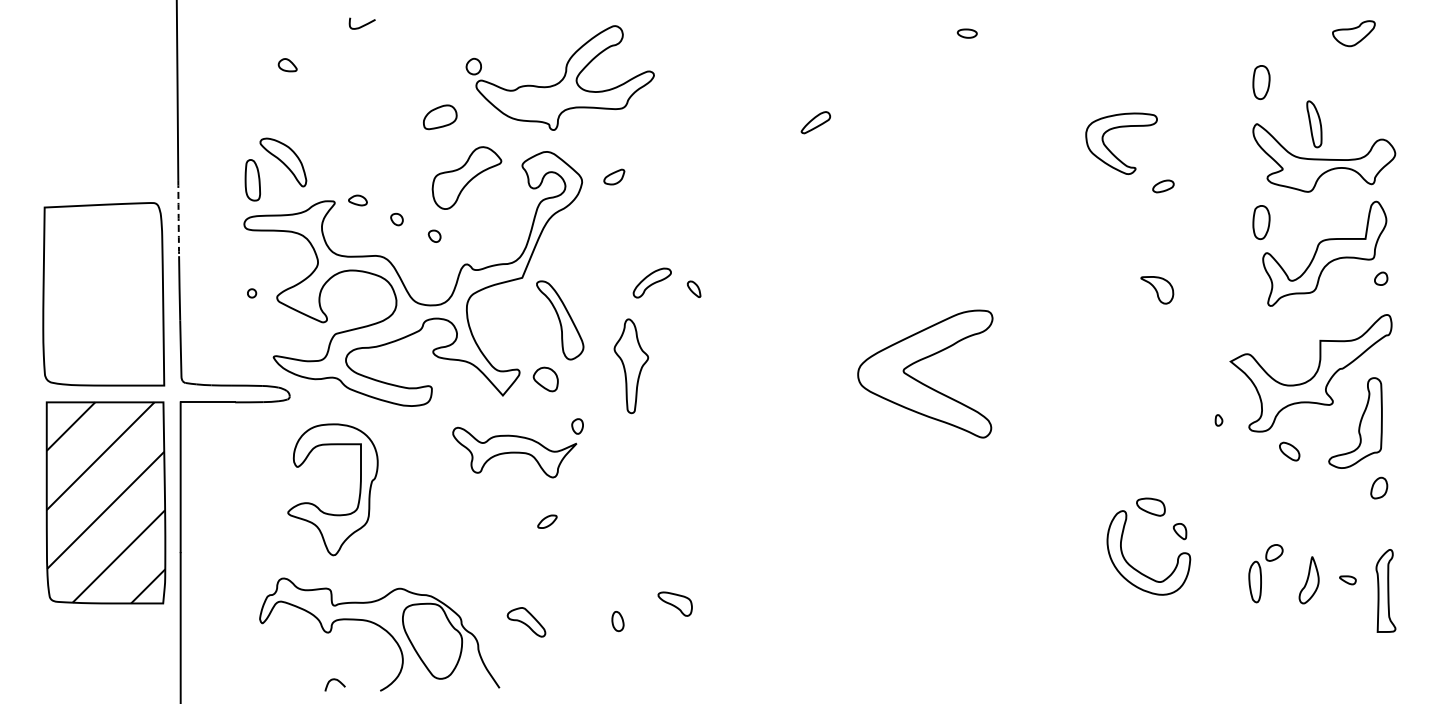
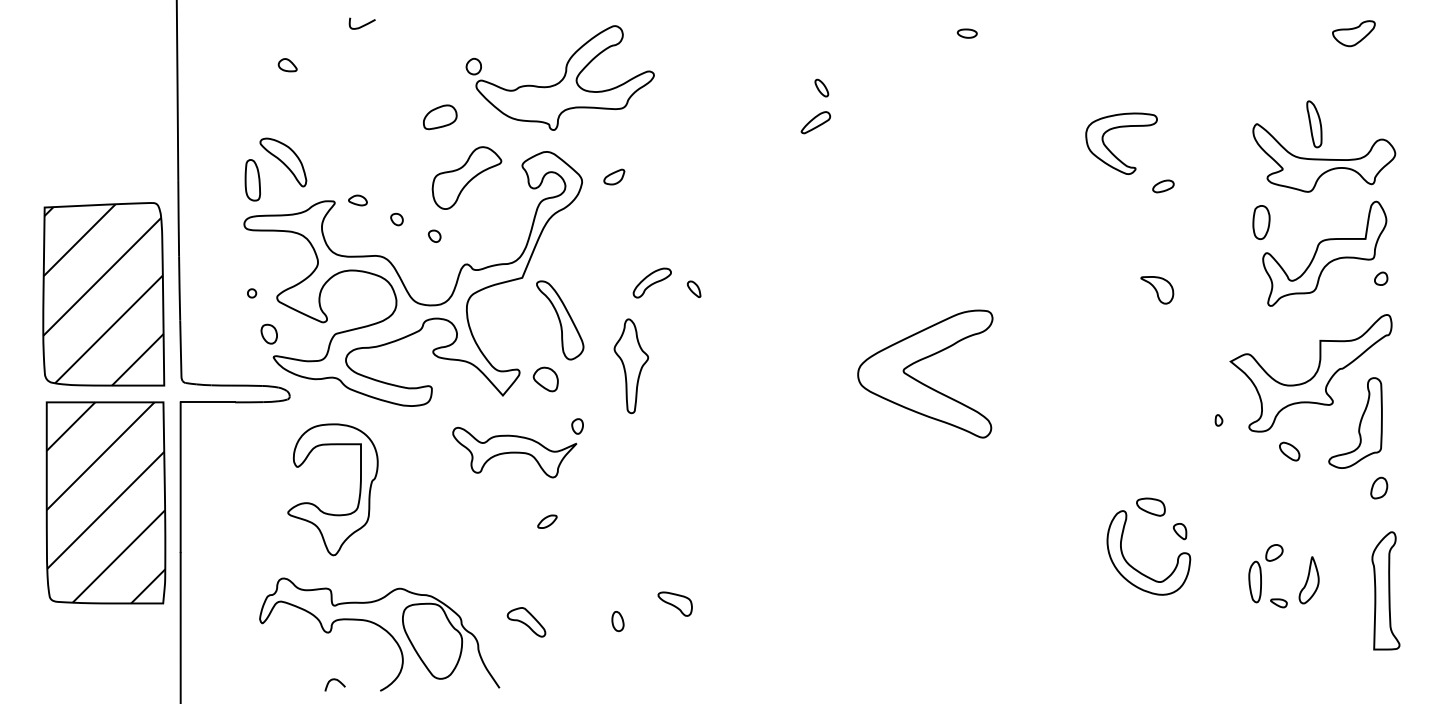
part at (1261, 82): present -> none
part at (821, 87): none -> present
arc at (178, 218): dashed -> solid
hatch at (103, 294): none -> present
part at (268, 333): none -> present
part at (1347, 580) position: (1347, 580) -> (1278, 603)
part at (1385, 590) size: 22x84 px -> 30x120 px
